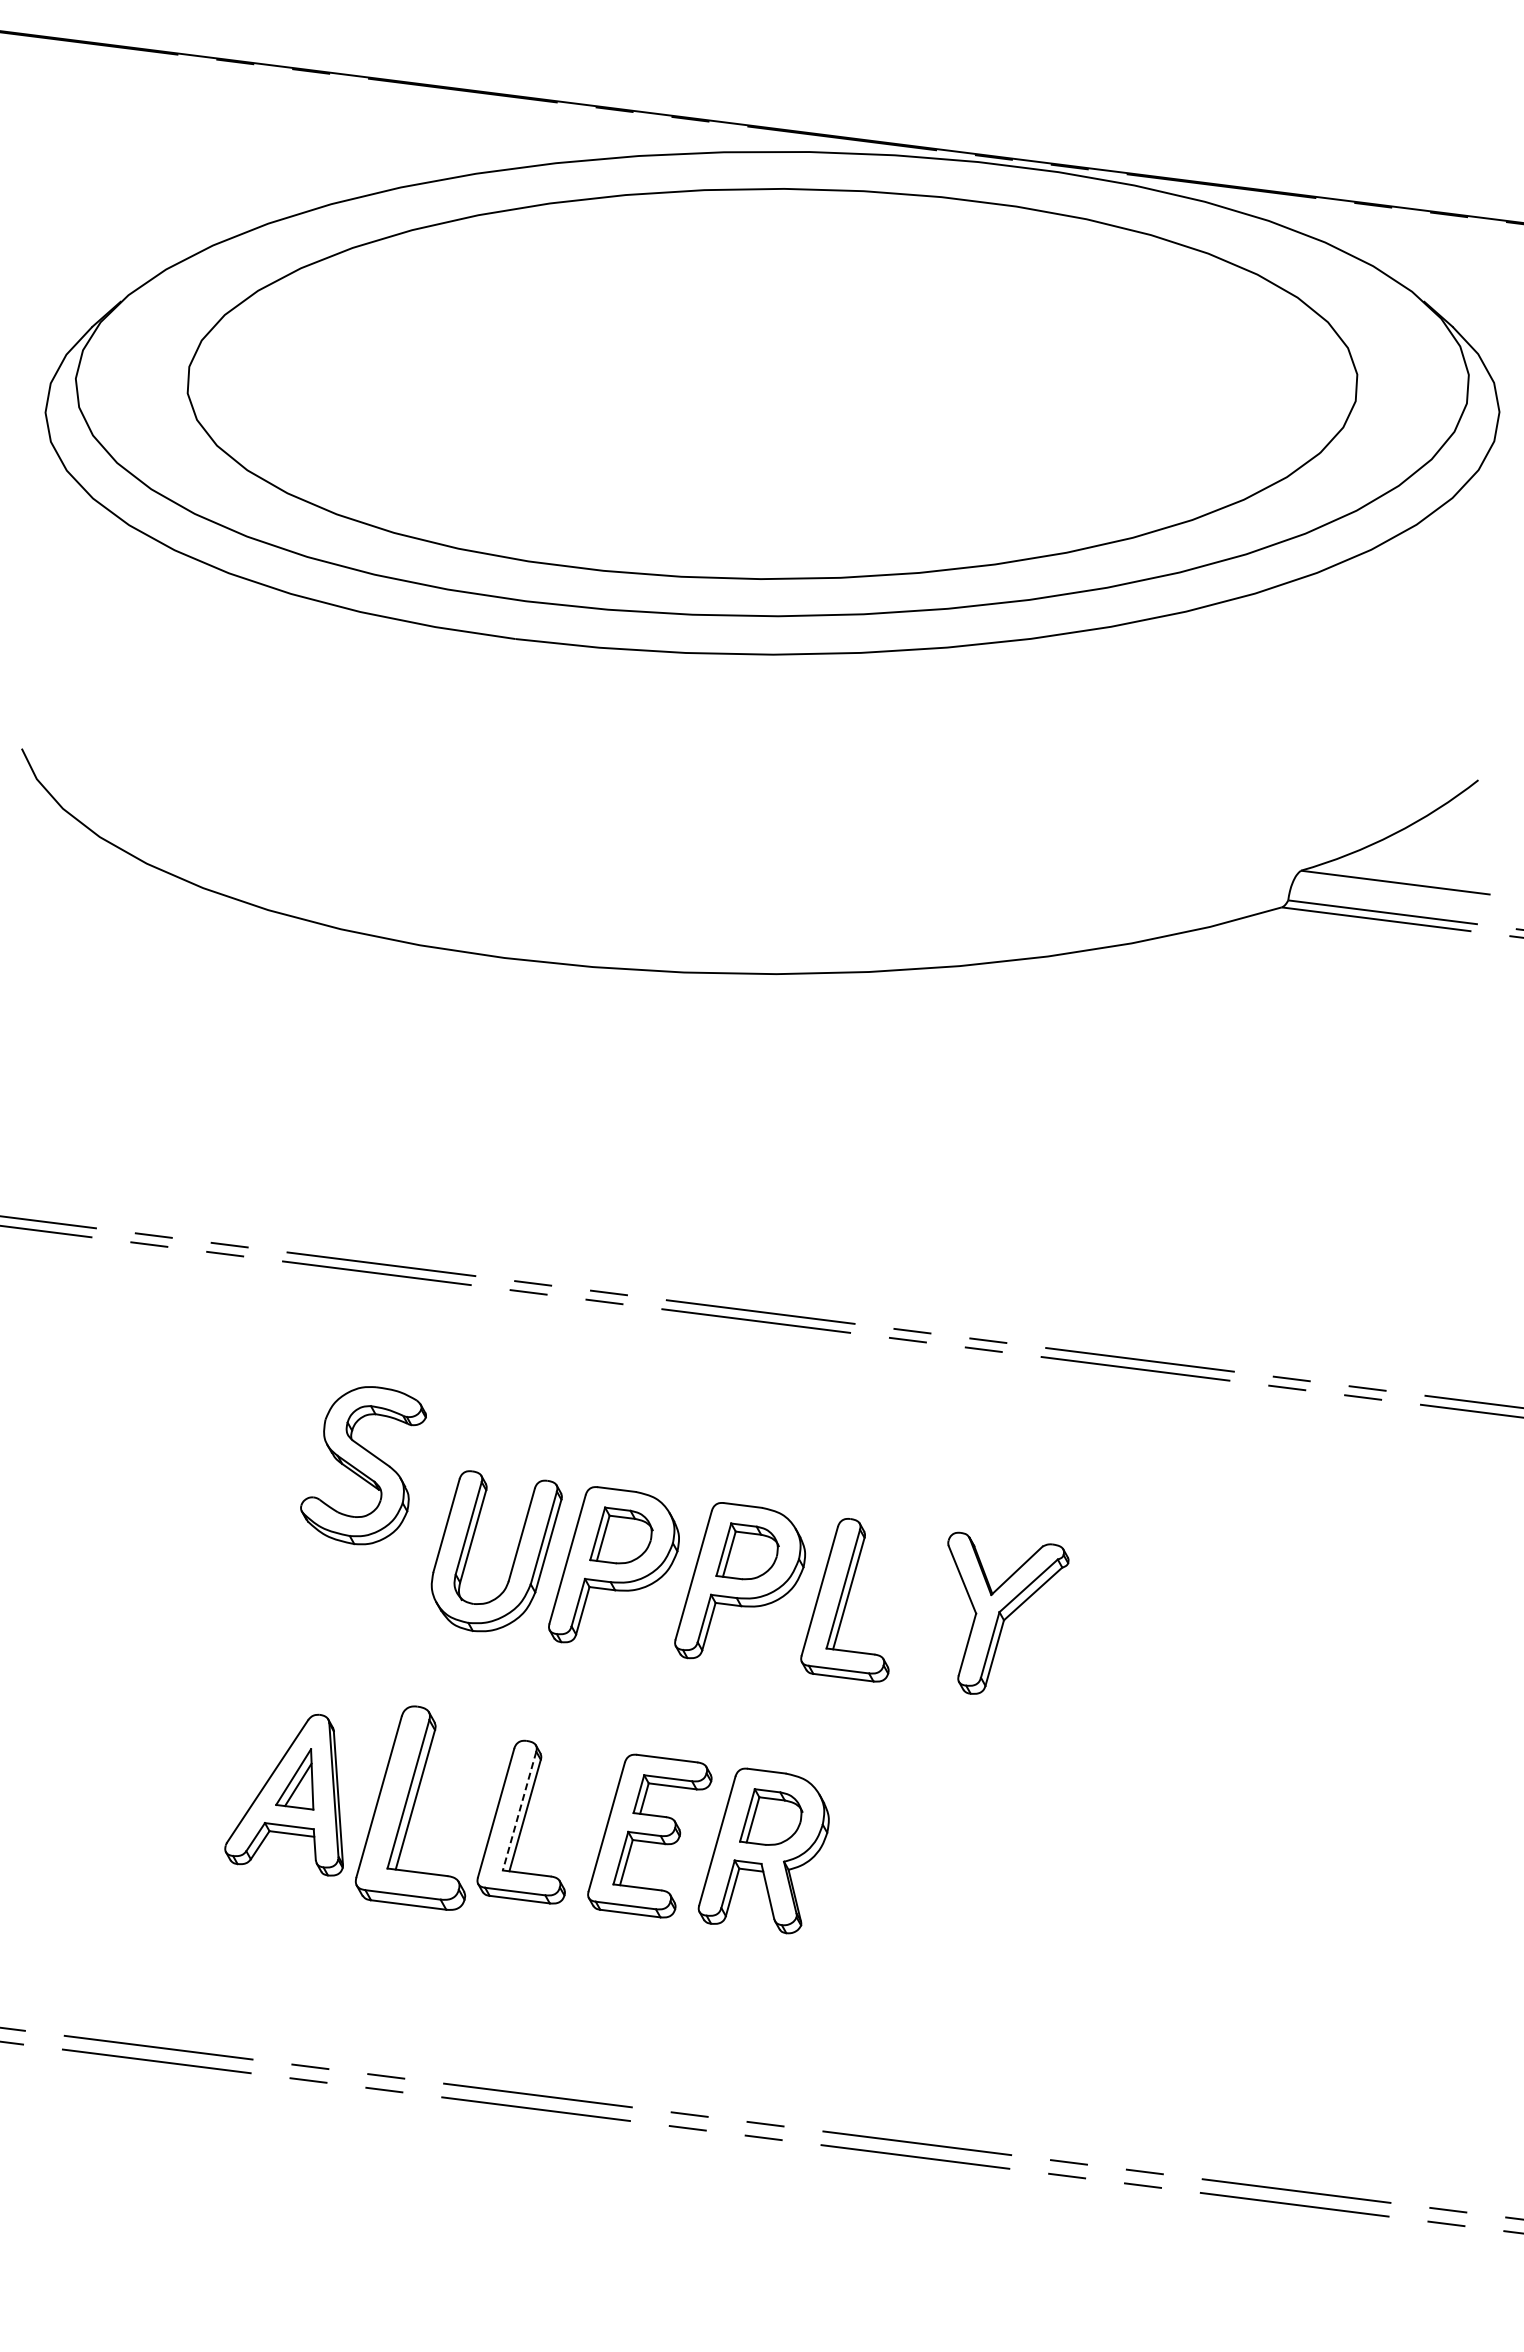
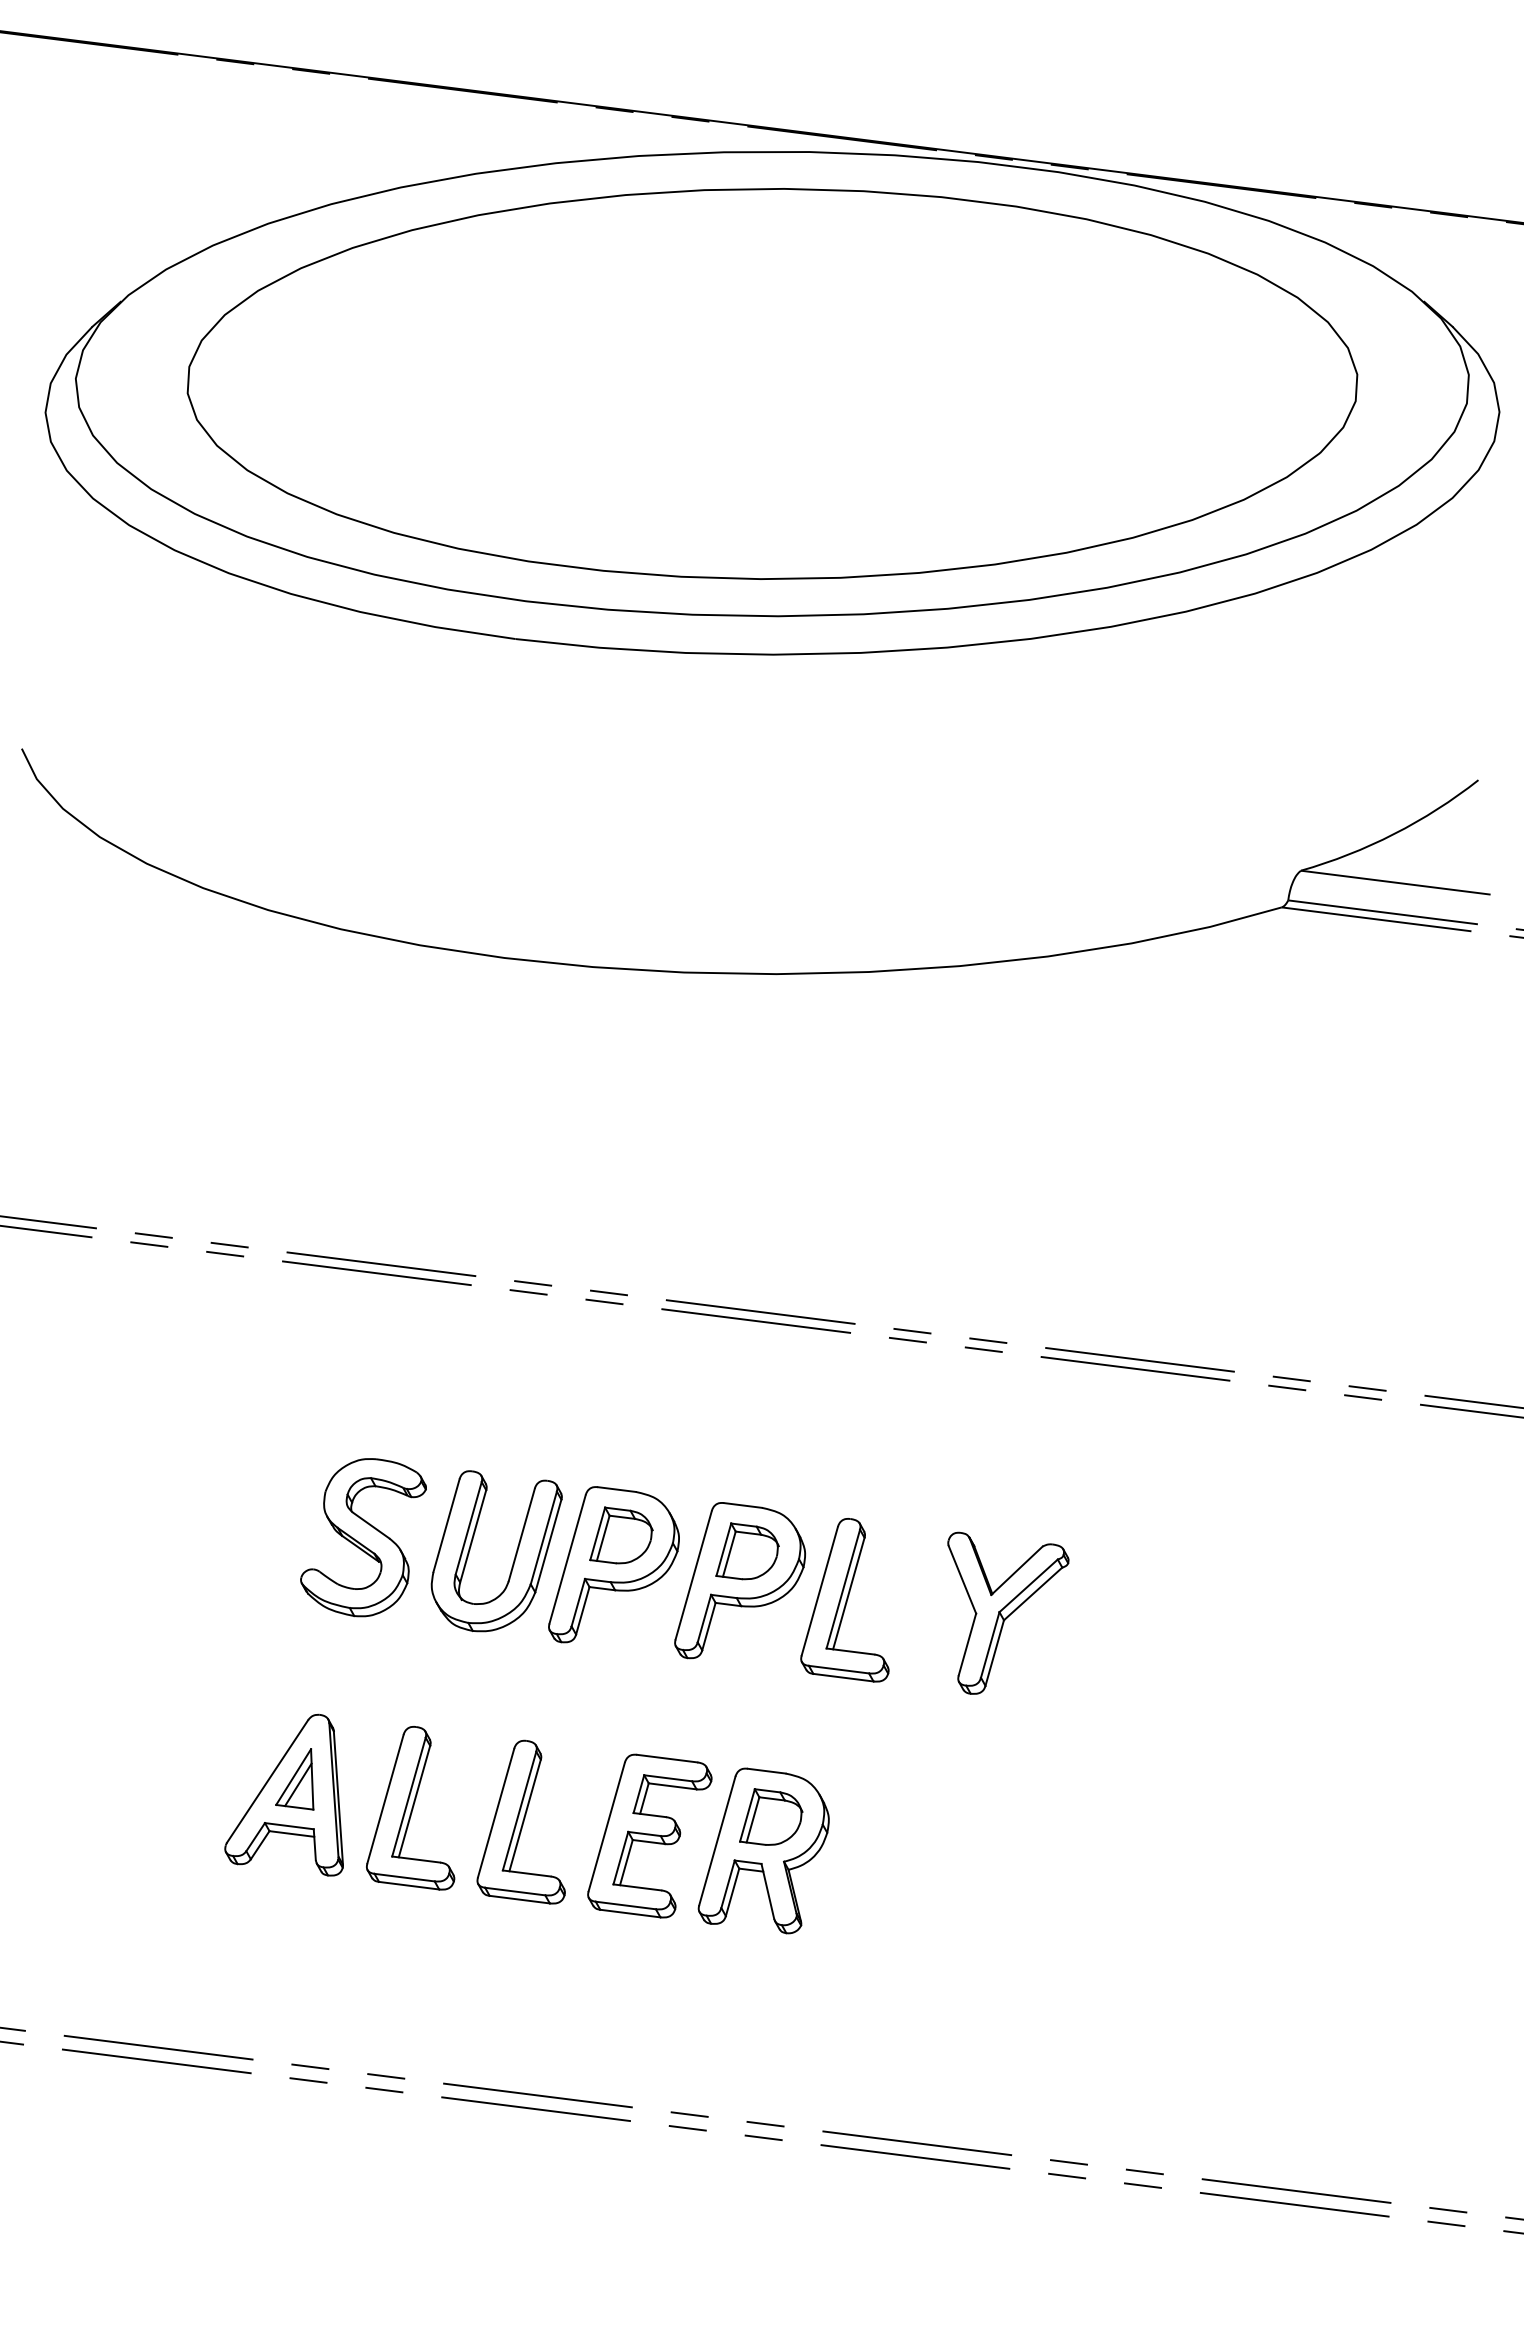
part at (363, 1465) position: (363, 1465) -> (363, 1537)
part at (410, 1807) size: 113x206 px -> 90x165 px
line at (519, 1811): dashed -> solid
